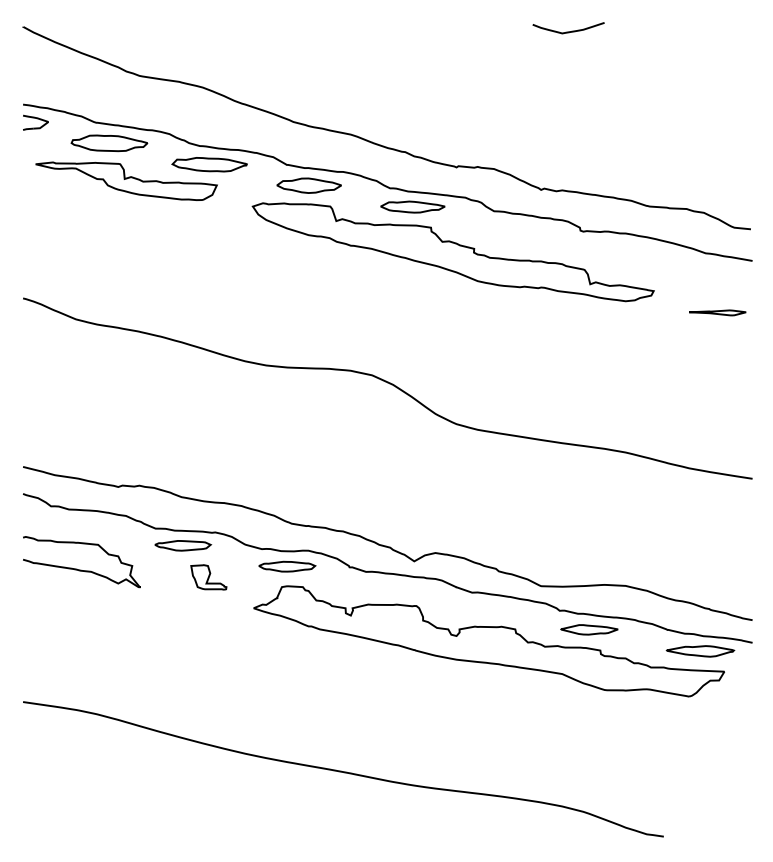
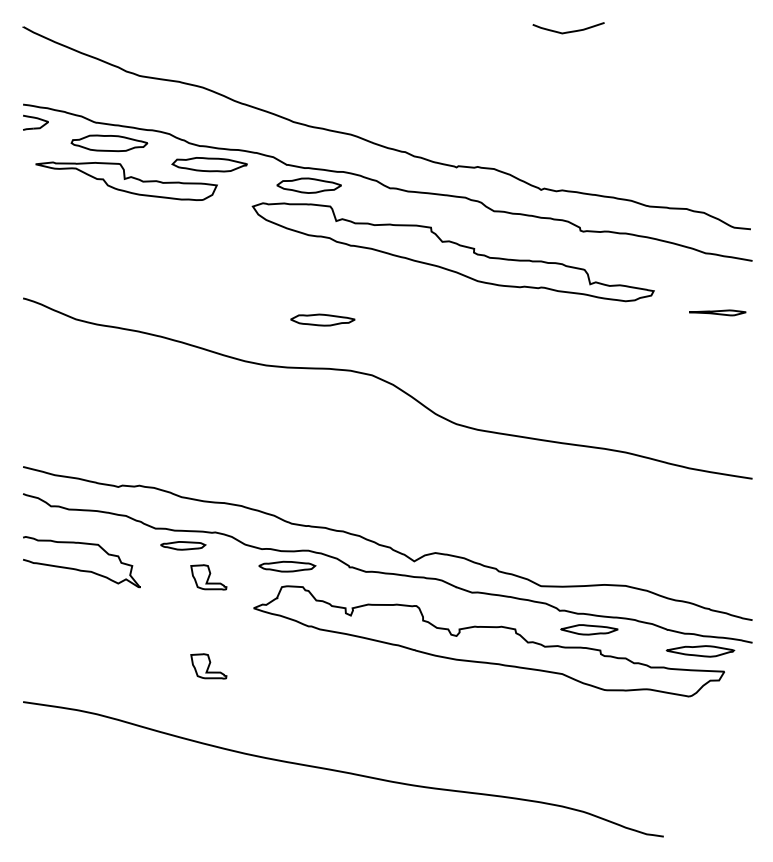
part at (412, 206) position: (412, 206) -> (322, 319)
part at (183, 545) size: 59x12 px -> 47x10 px
part at (208, 666): none -> present
